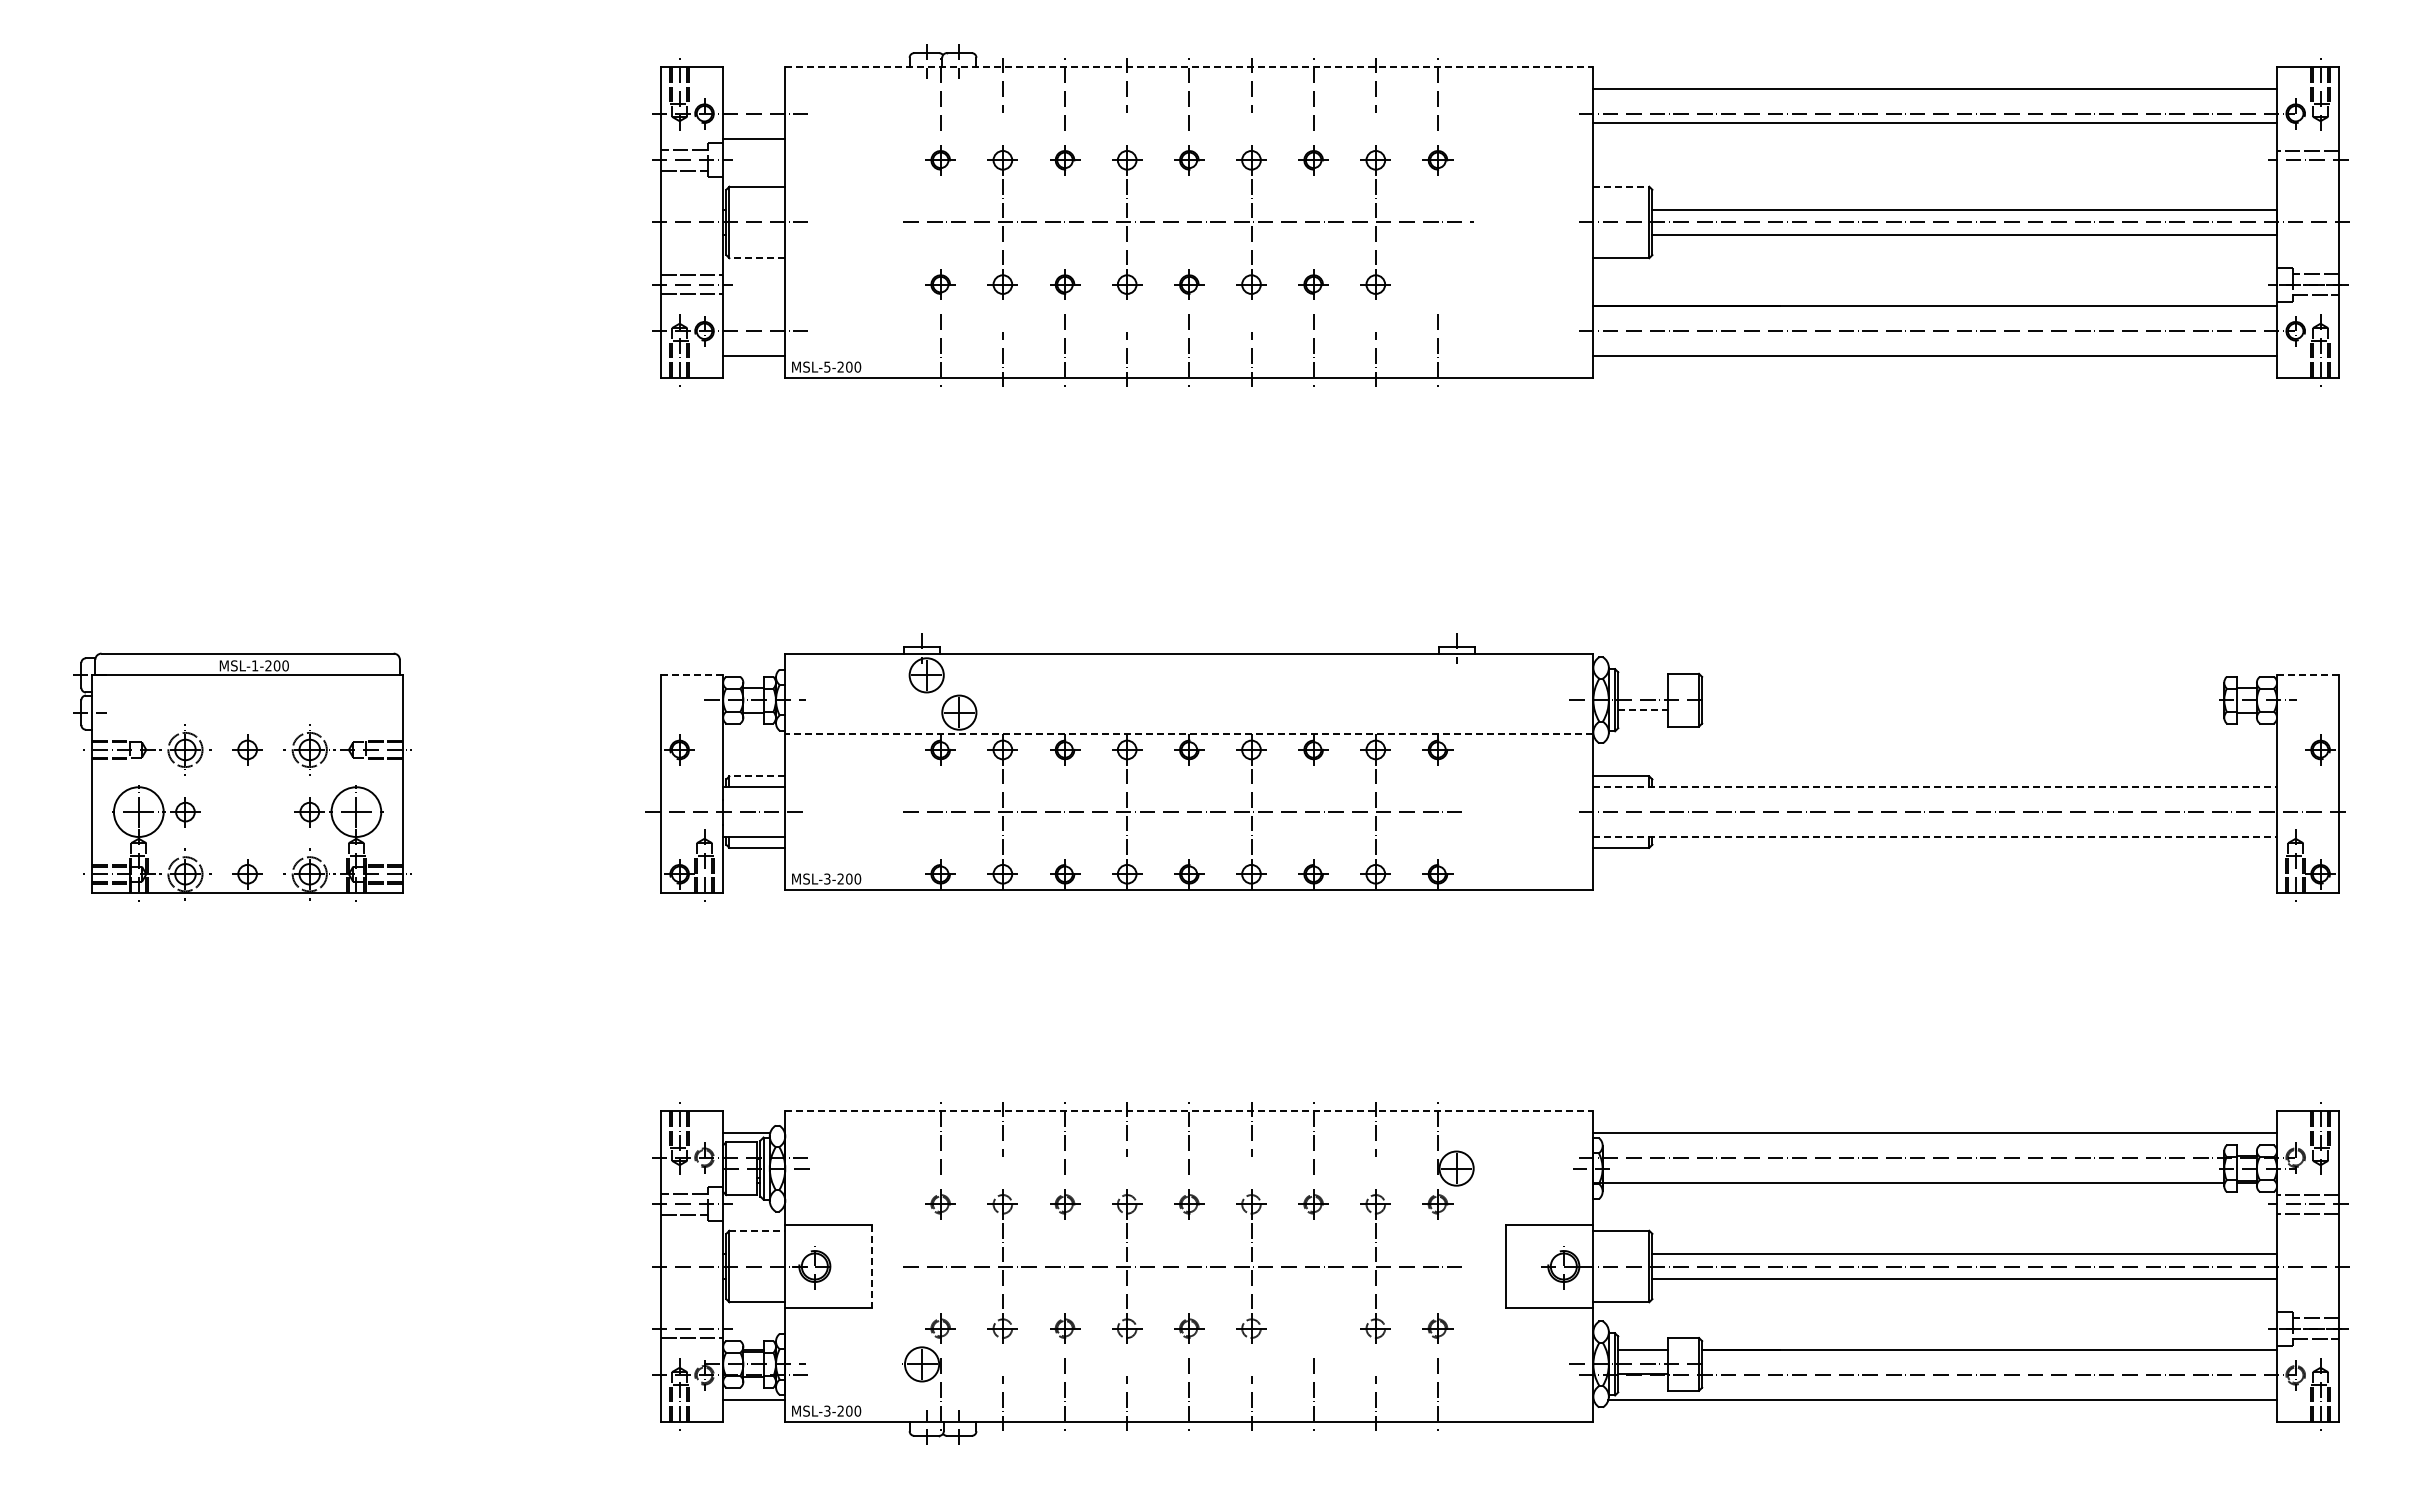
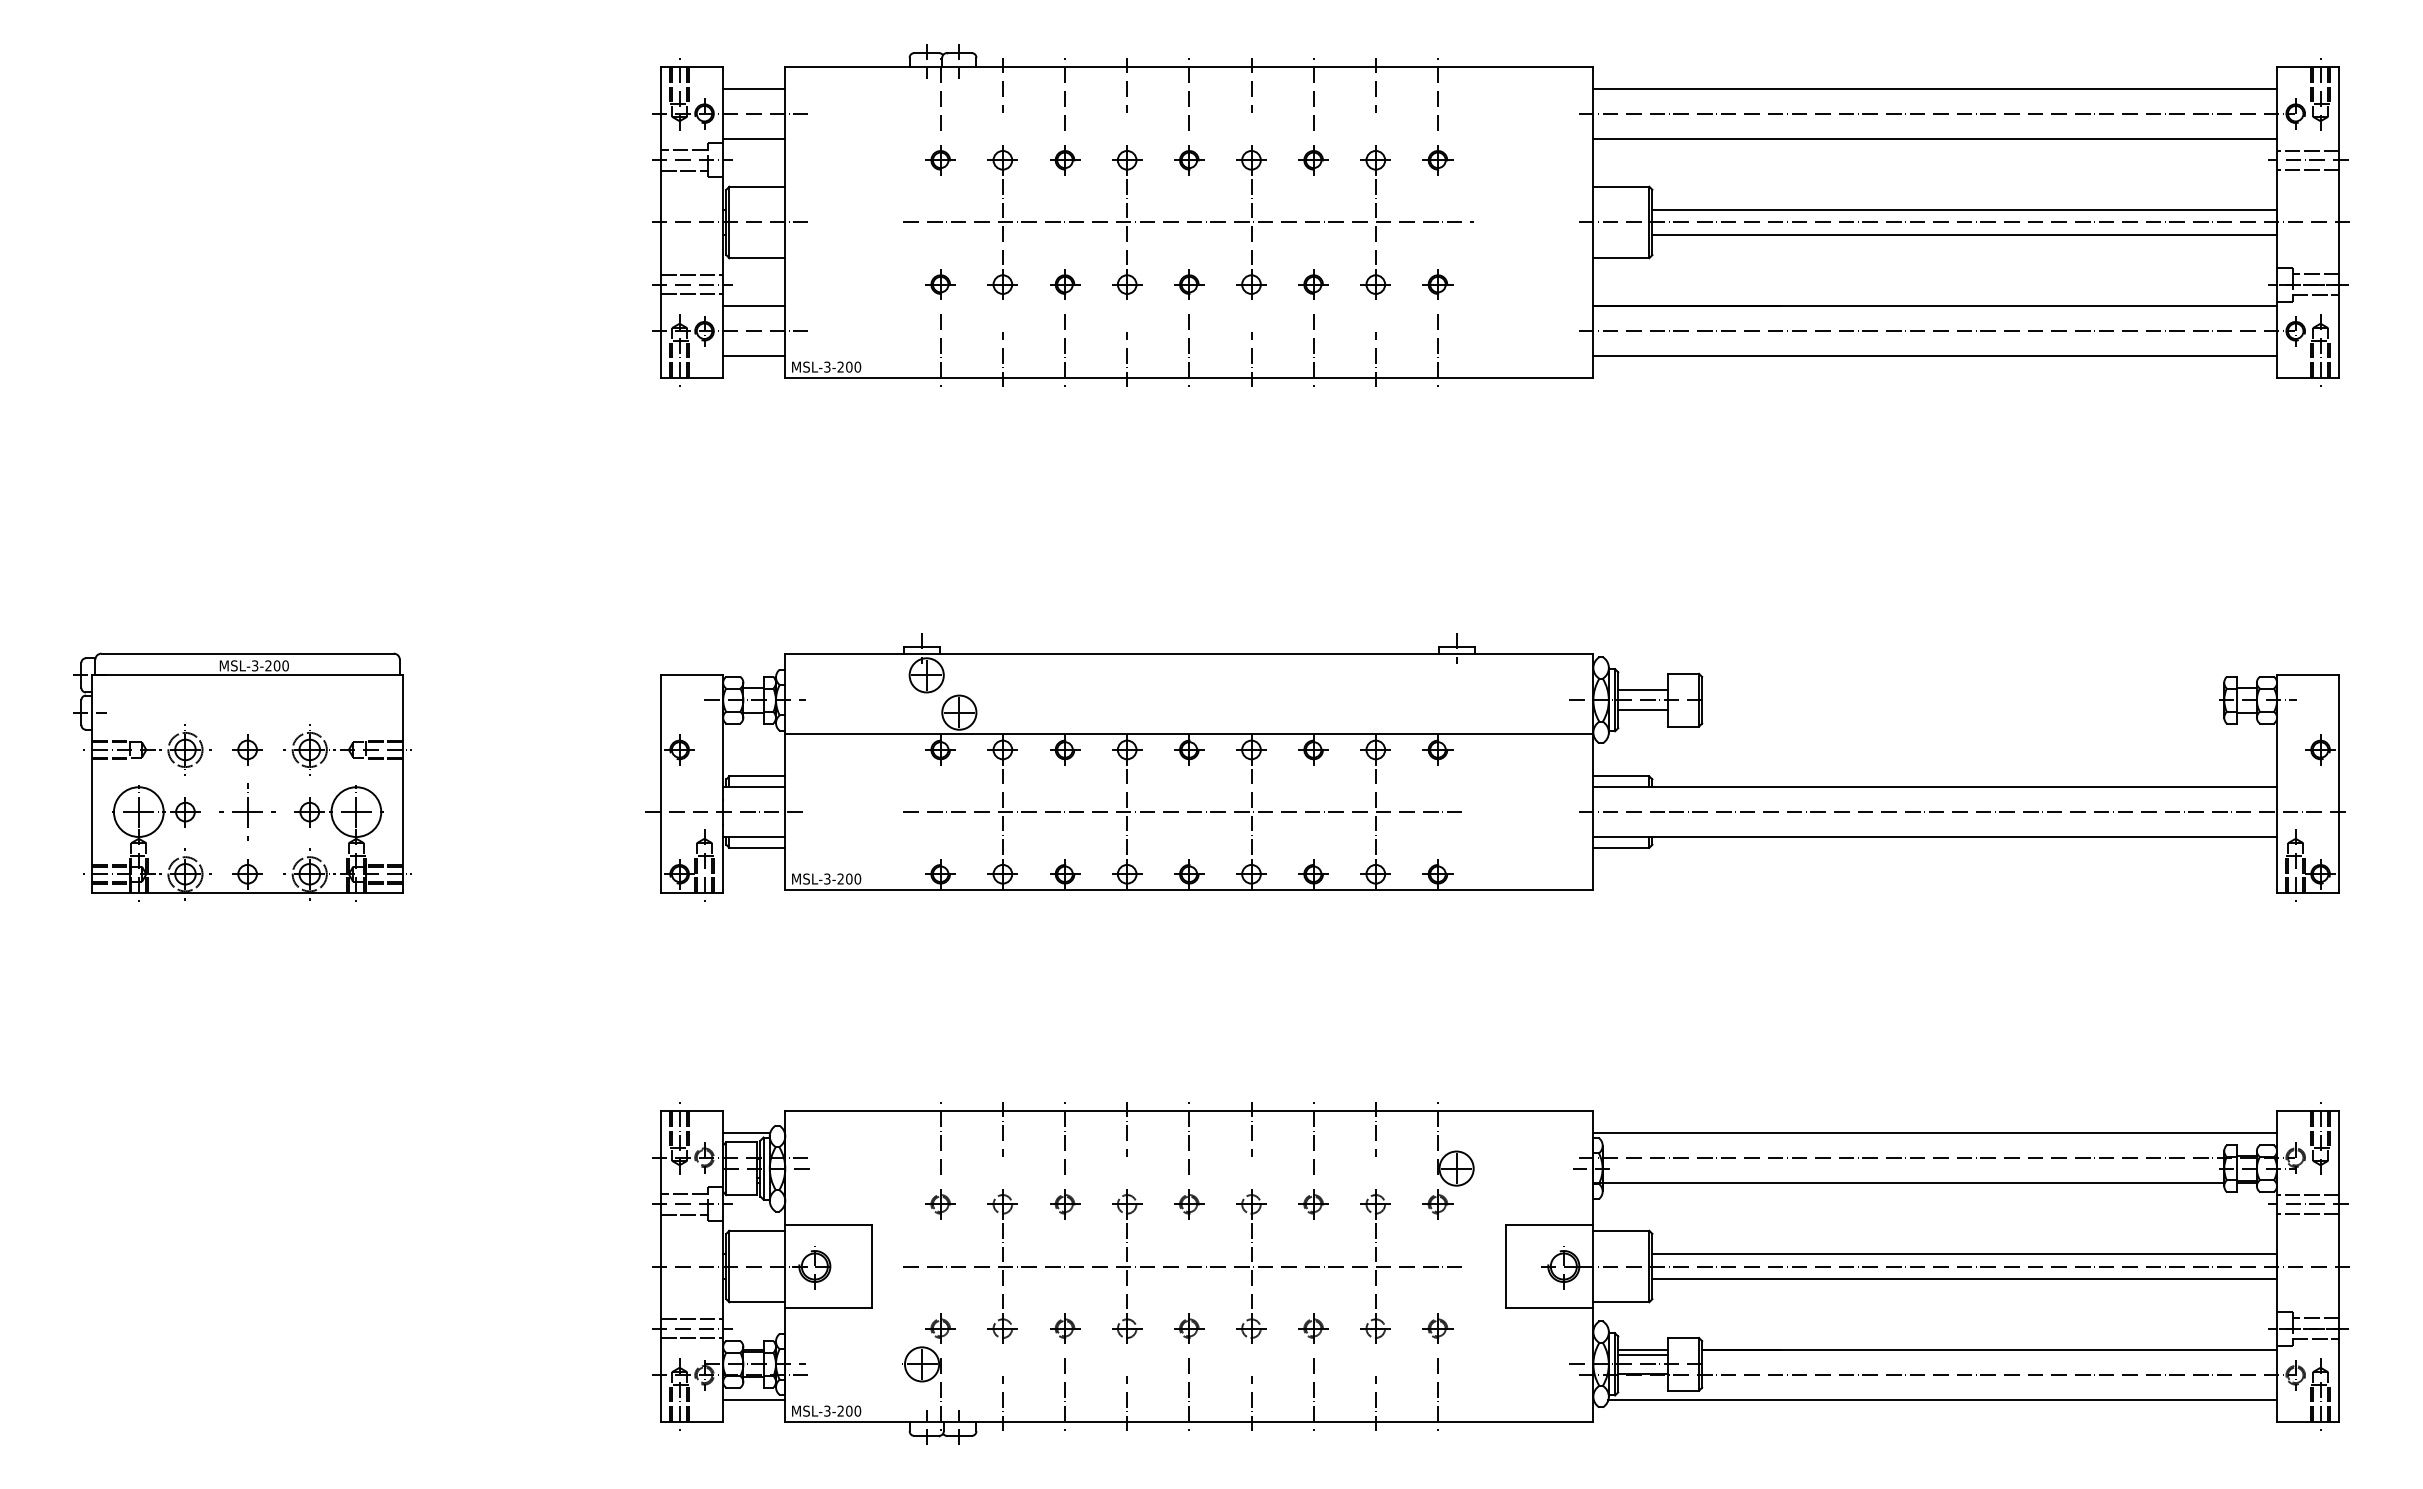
line at (1189, 67): dashed -> solid
line at (754, 88): none -> present
line at (1935, 122) position: (1935, 122) -> (1935, 138)
line at (2308, 169): none -> present
line at (1621, 186): dashed -> solid
line at (757, 258): dashed -> solid
part at (1437, 284): none -> present
line at (754, 306): none -> present
text at (827, 366): MSL-5-200 -> MSL-3-200
text at (255, 665): MSL-1-200 -> MSL-3-200
line at (692, 675): dashed -> solid
line at (2307, 675): dashed -> solid
line at (1642, 690): none -> present
line at (1643, 710): dashed -> solid
line at (1188, 734): dashed -> solid
line at (757, 776): dashed -> solid
line at (1935, 787): dashed -> solid
part at (247, 811): none -> present
line at (1935, 836): dashed -> solid
line at (1189, 1111): dashed -> solid
line at (757, 1230): dashed -> solid
line at (872, 1266): dashed -> solid
line at (692, 1319): none -> present
part at (1313, 1328): none -> present
line at (1642, 1354): none -> present
